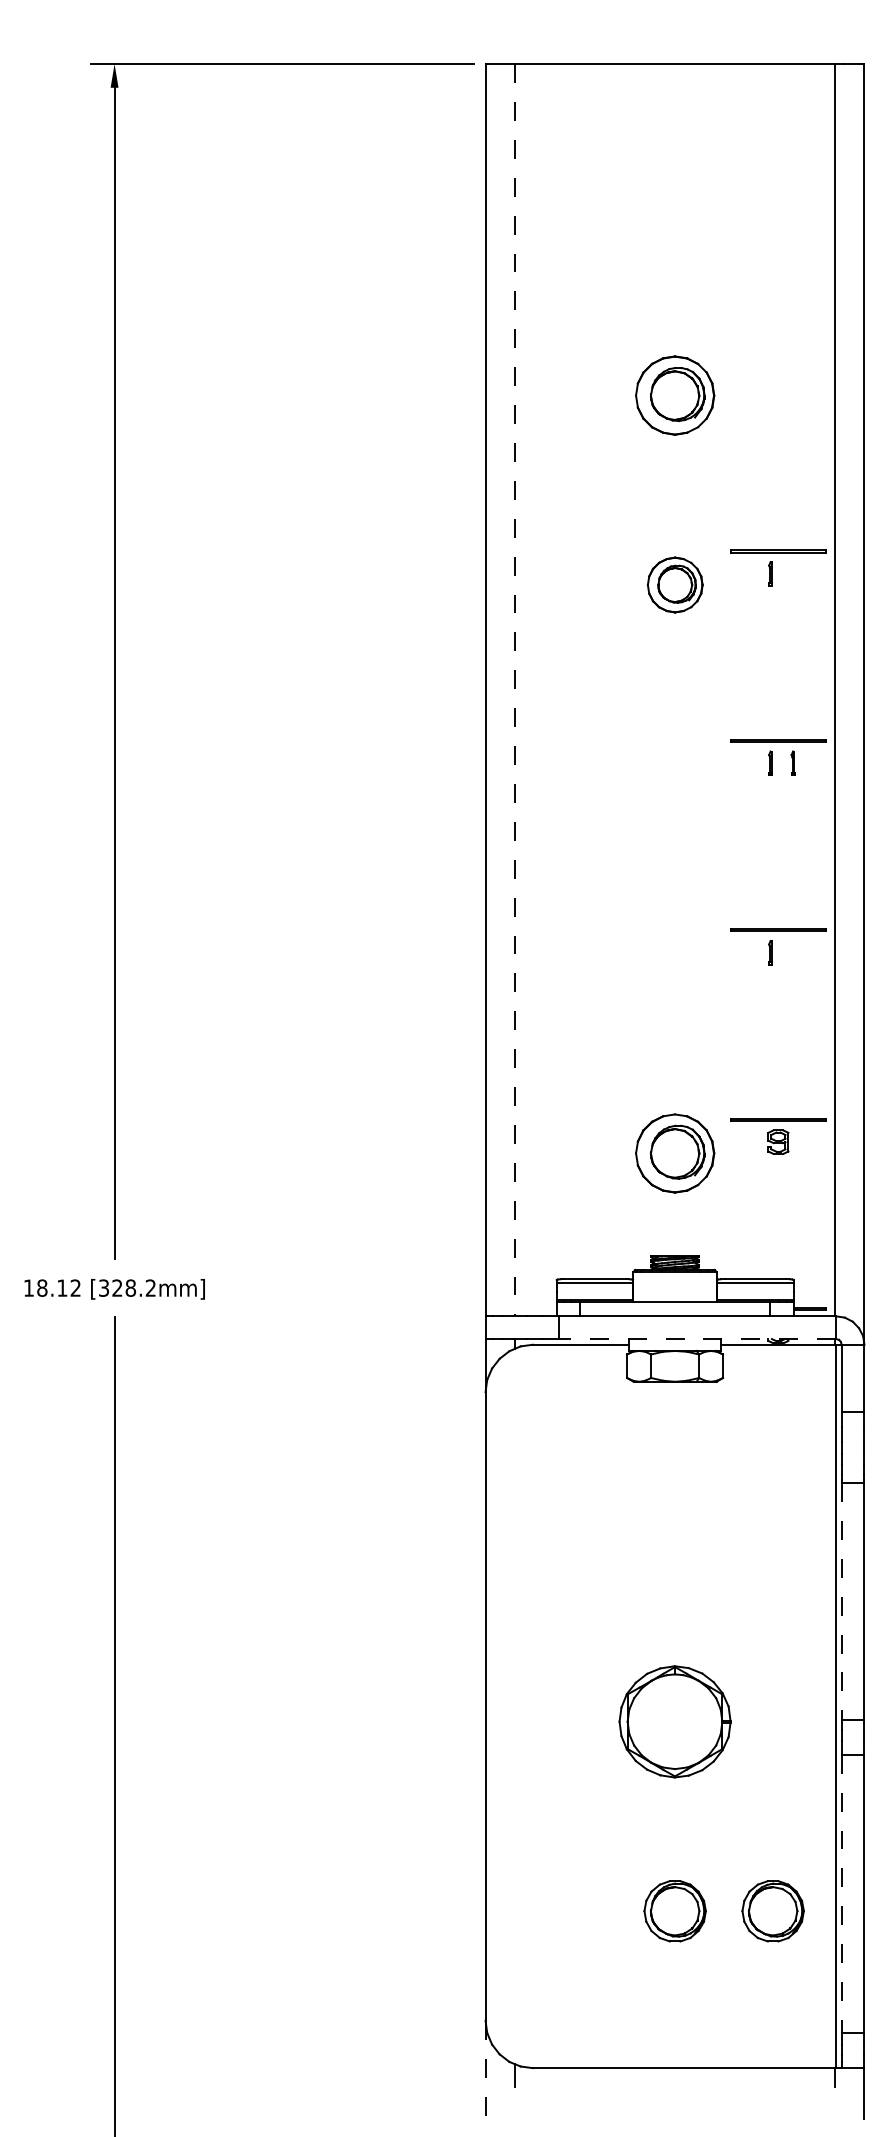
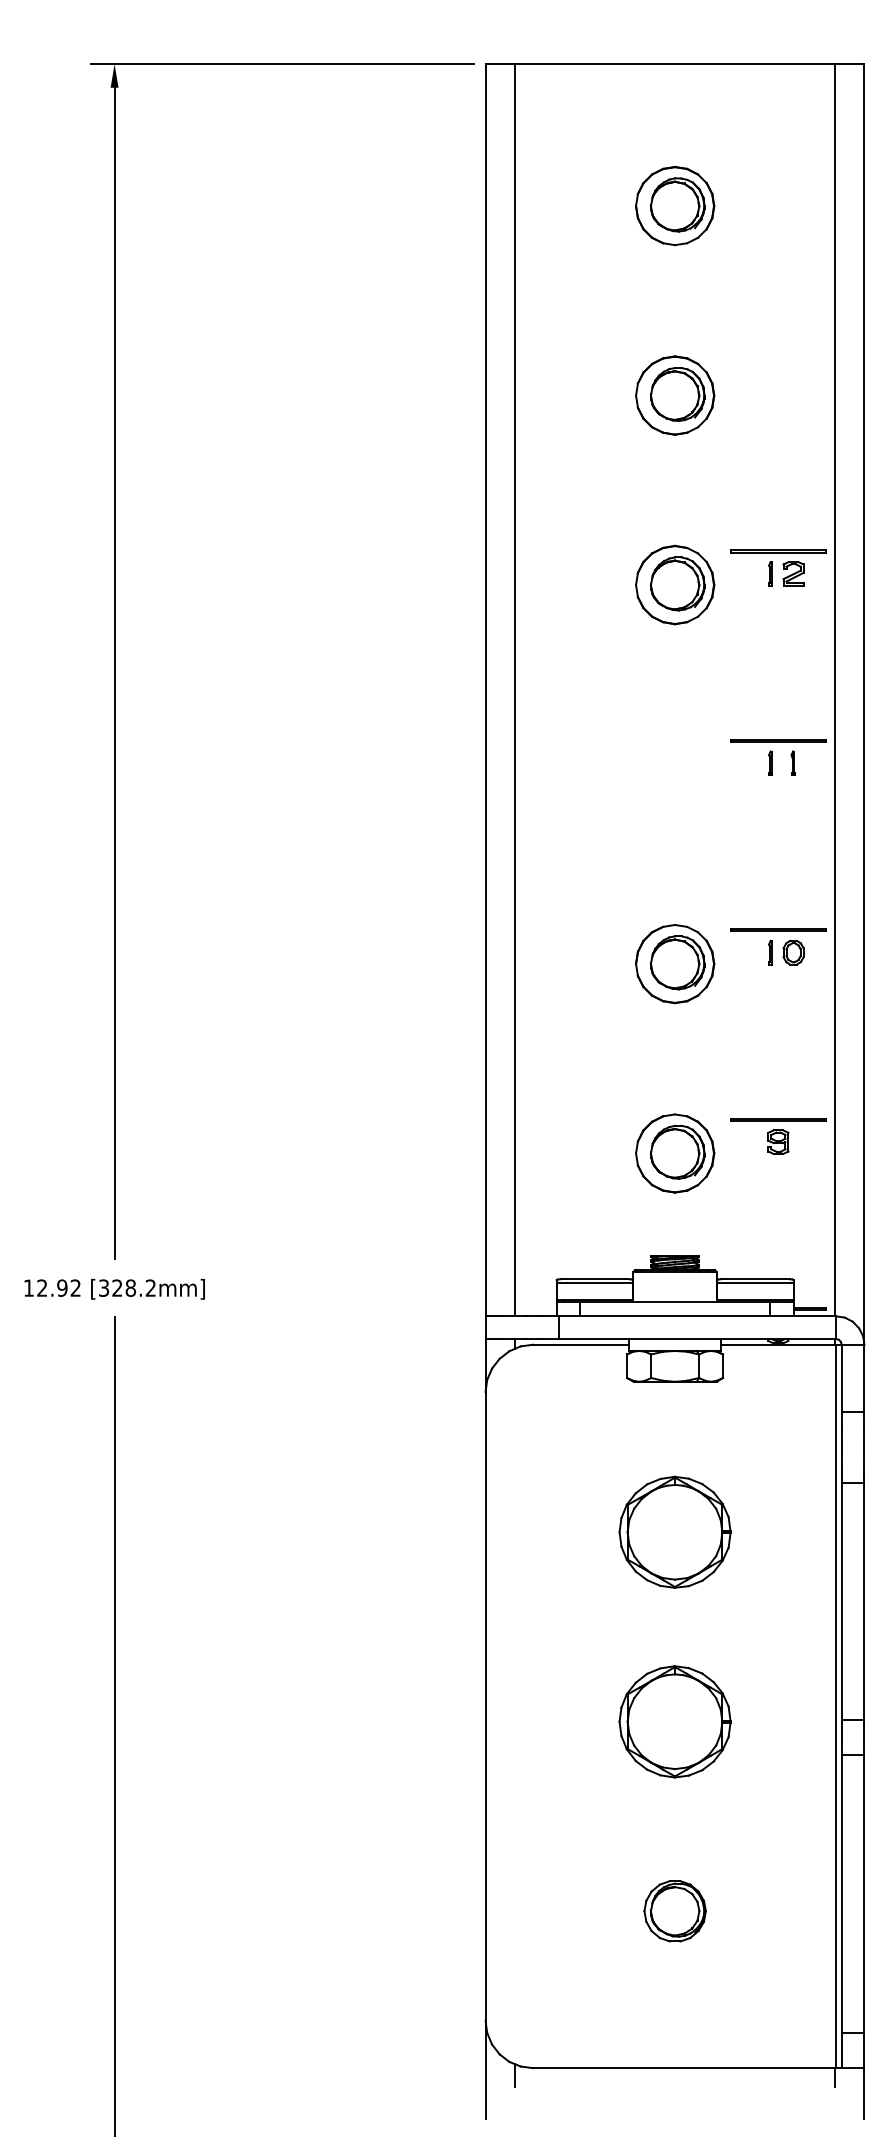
part at (675, 206): none -> present
part at (793, 573): none -> present
part at (674, 584) size: 58x58 px -> 81x82 px
line at (514, 690): dashed -> solid
part at (793, 952): none -> present
part at (675, 964): none -> present
text at (52, 1287): 18.12 -> 12.92
line at (697, 1339): dashed -> solid
part at (674, 1531): none -> present
line at (841, 1601): dashed -> solid
line at (841, 1893): dashed -> solid
part at (772, 1911): present -> none
line at (485, 2069): dashed -> solid
